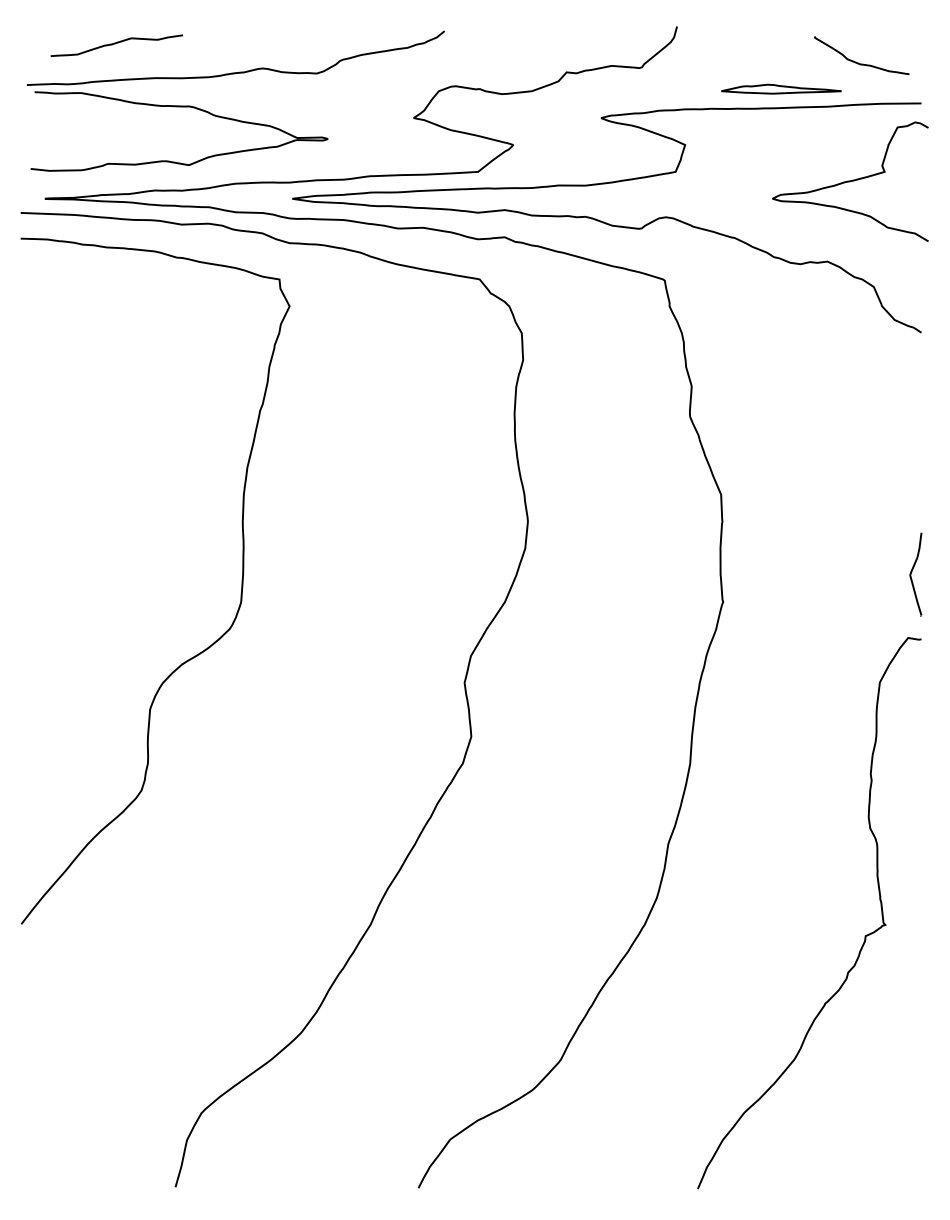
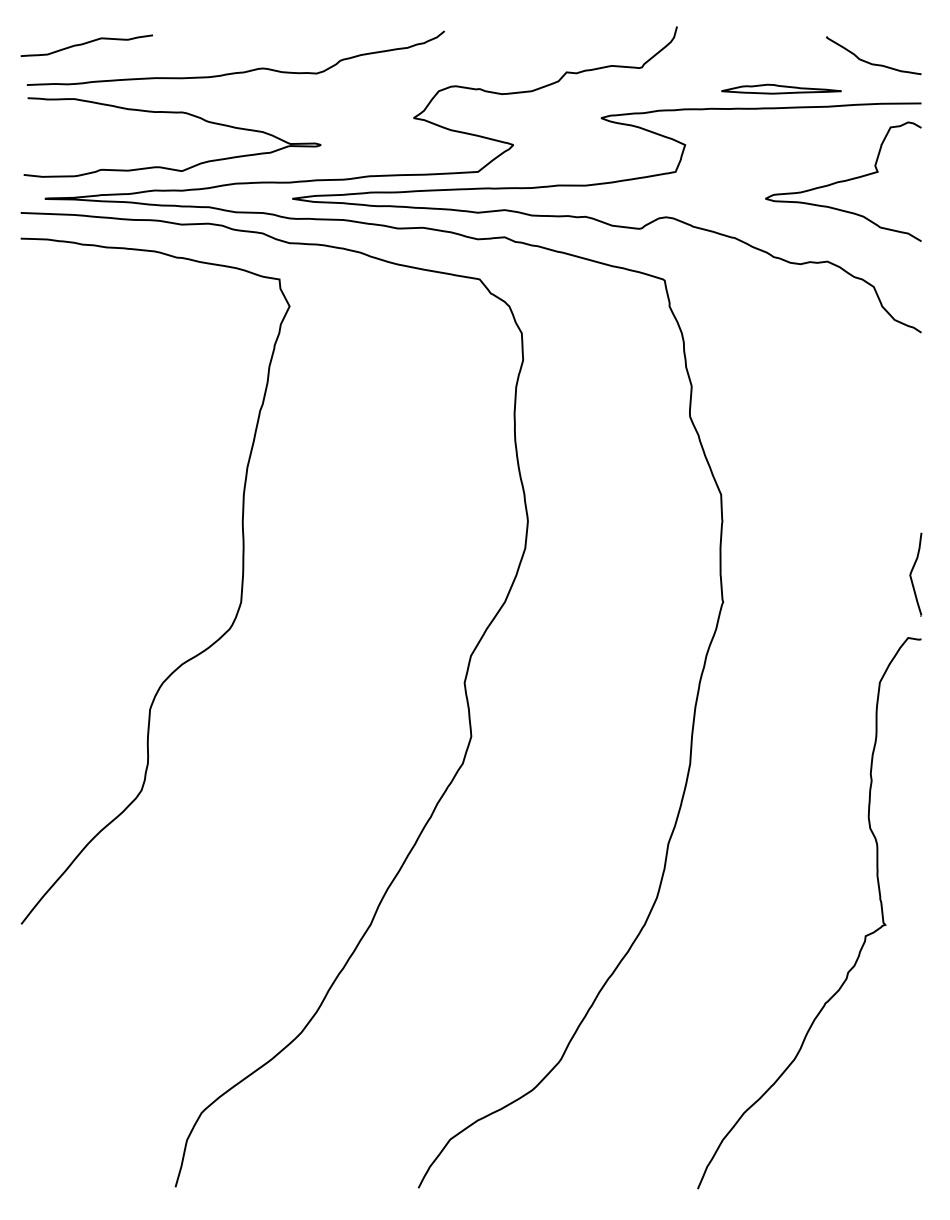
curve at (115, 44) position: (115, 44) -> (85, 44)
curve at (858, 62) position: (858, 62) -> (870, 62)
curve at (179, 107) position: (179, 107) -> (172, 113)
curve at (850, 181) position: (850, 181) -> (843, 181)
